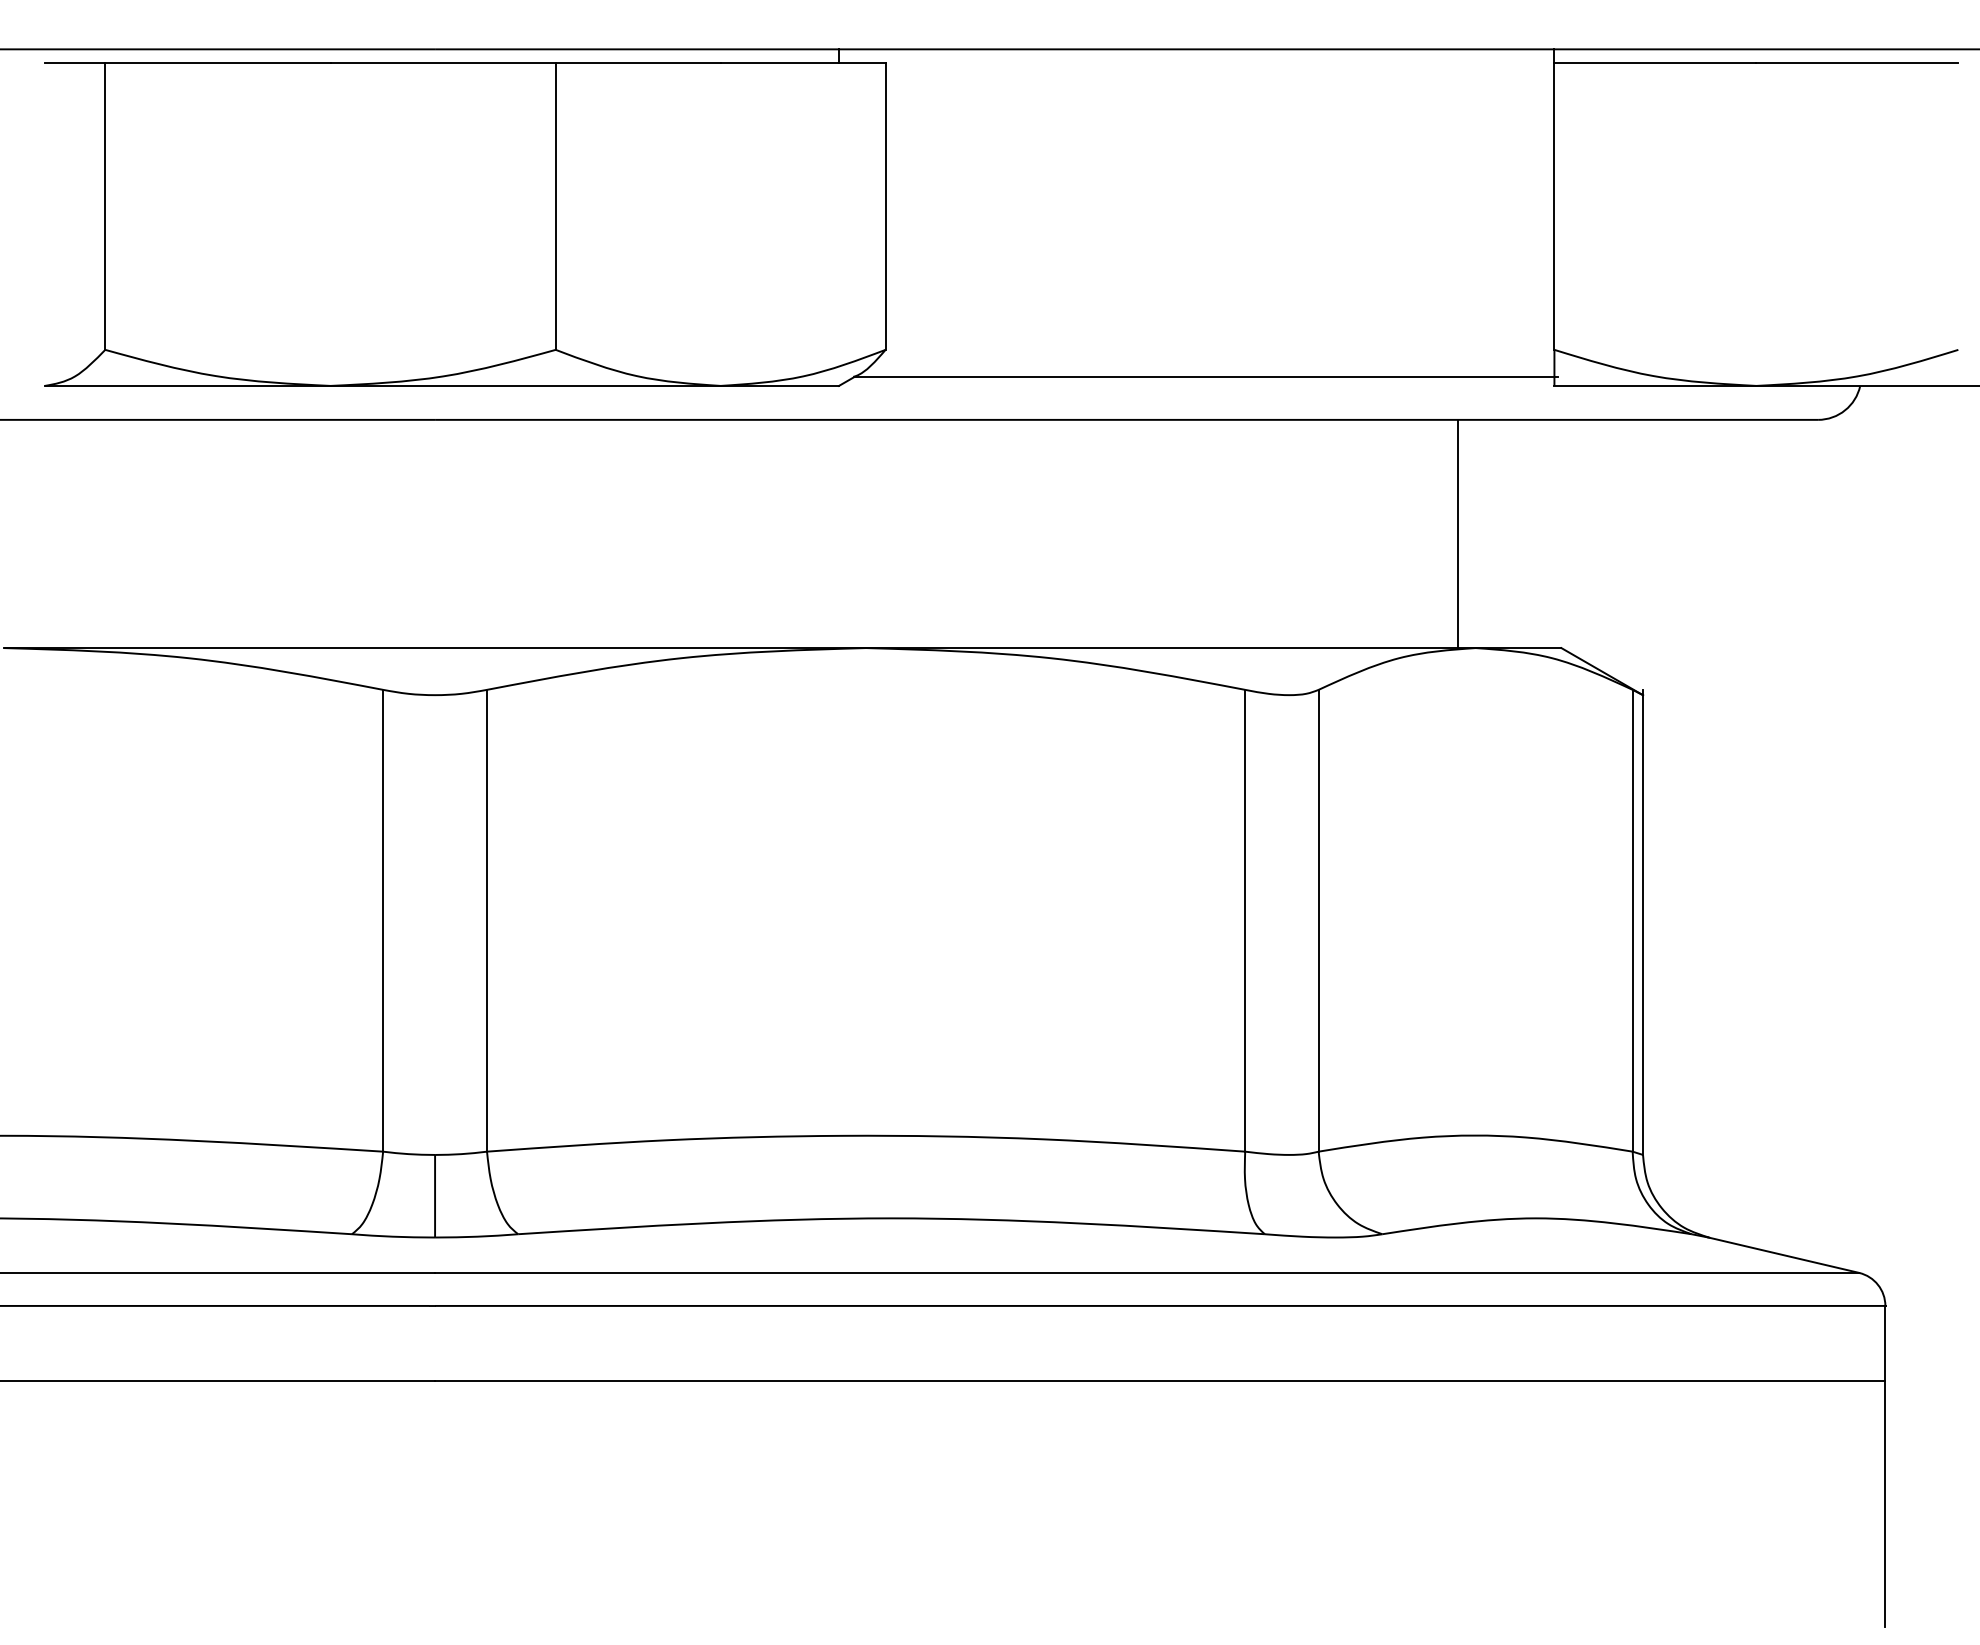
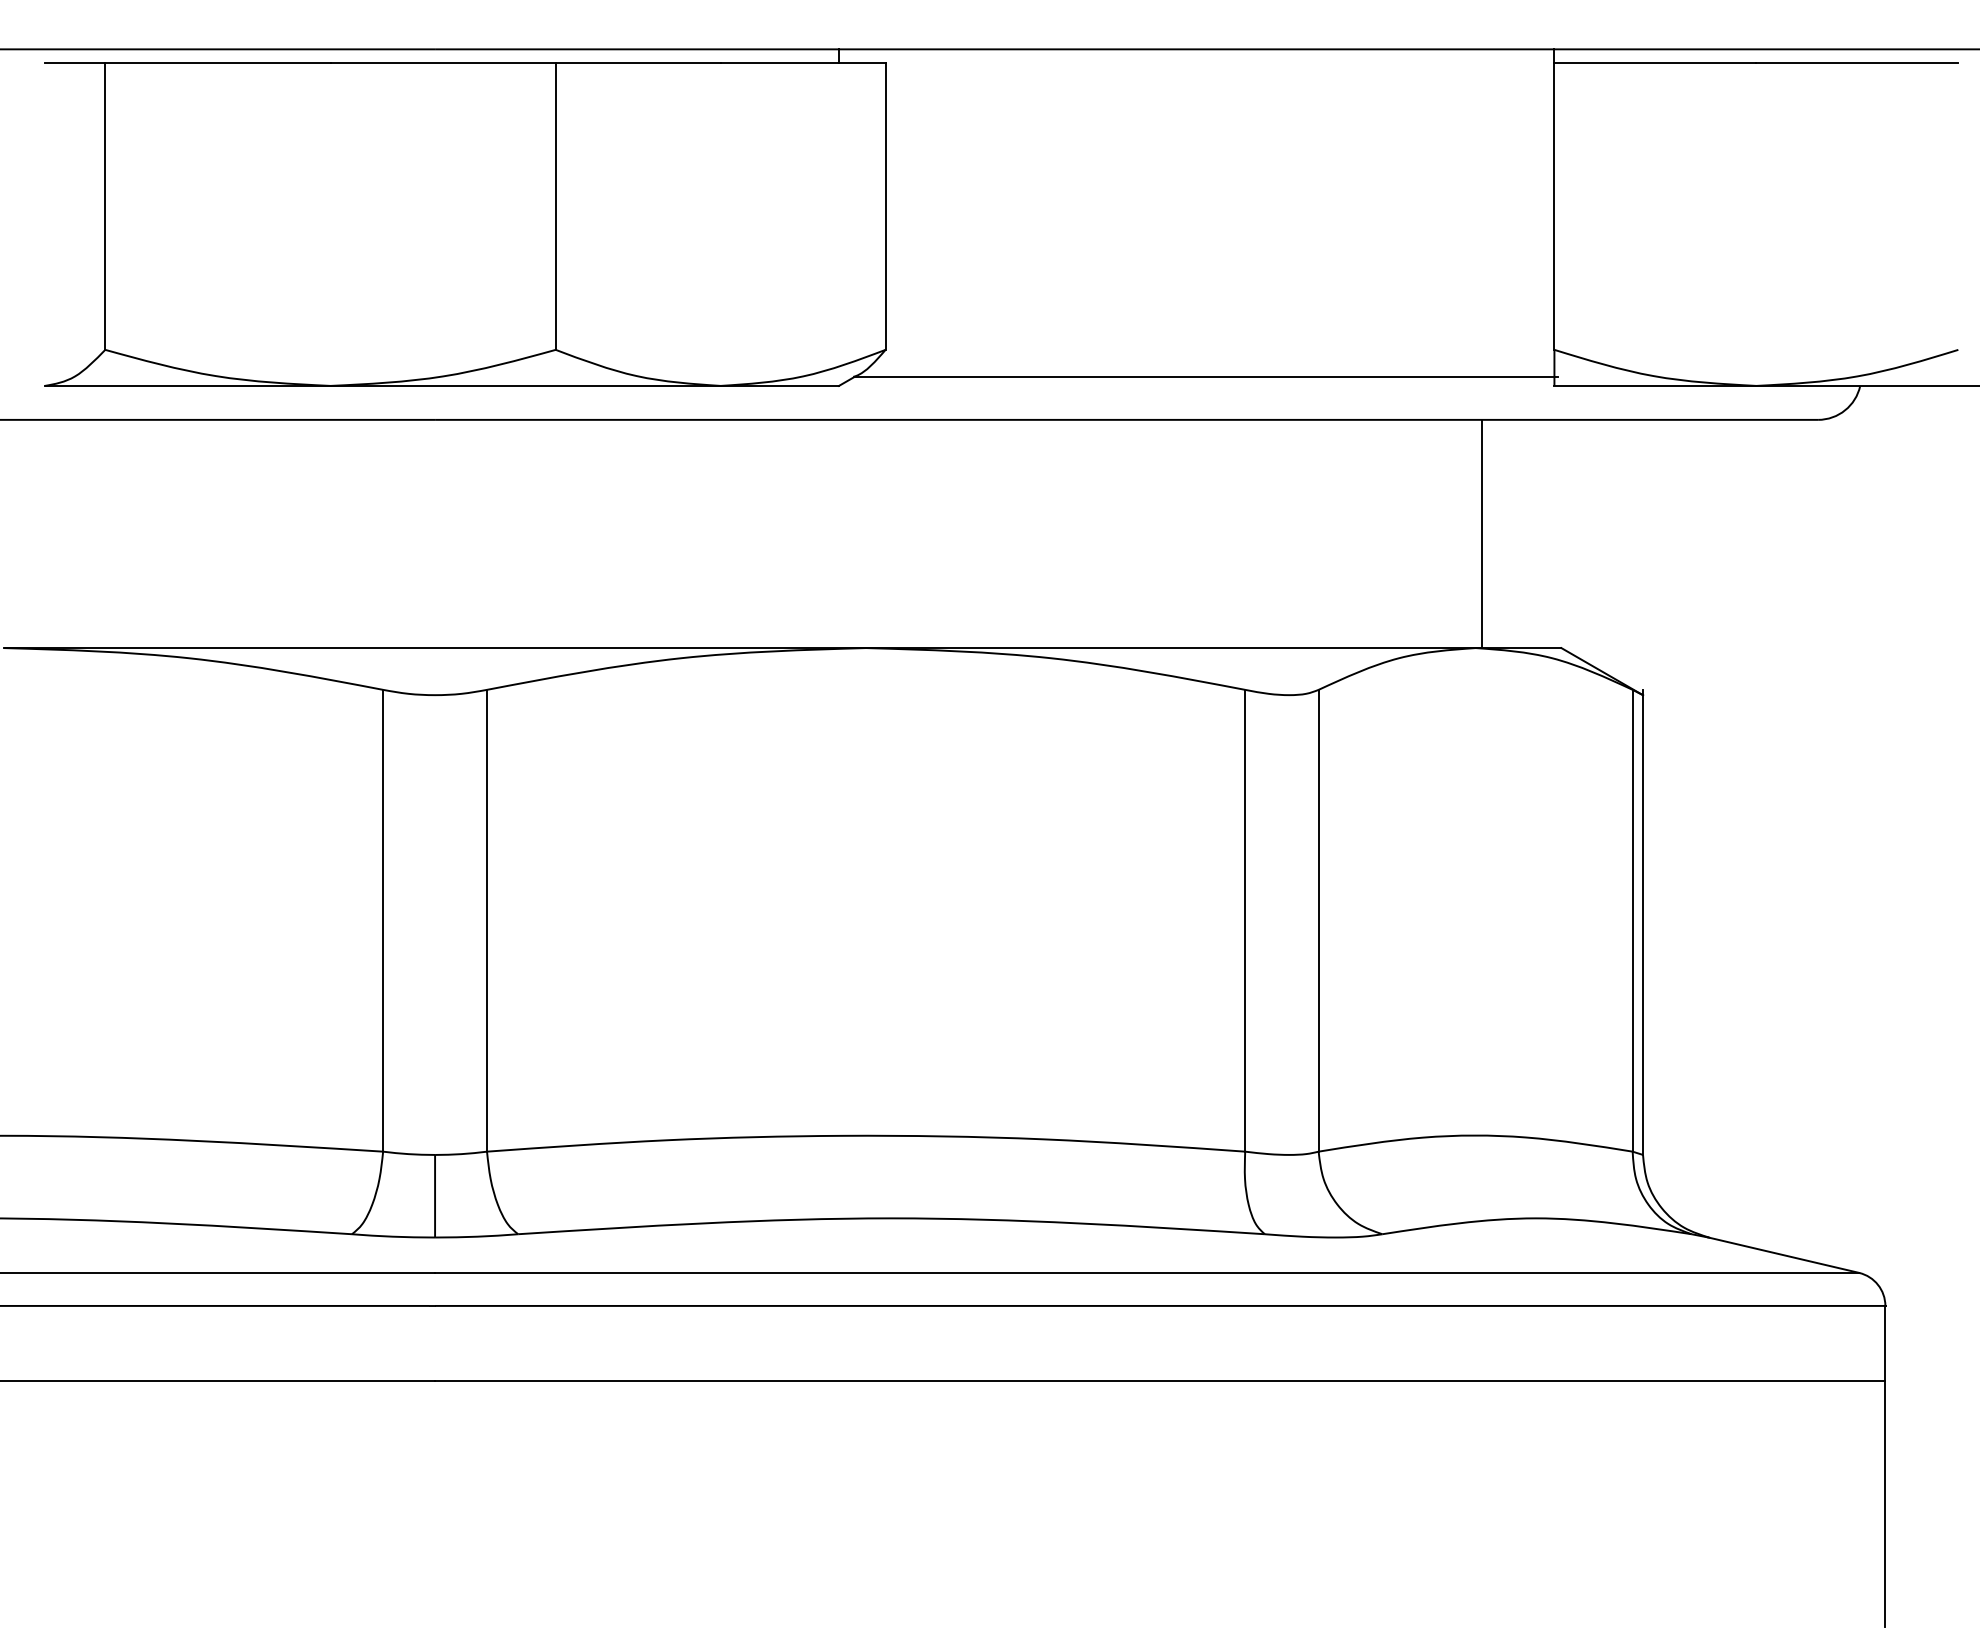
line at (1457, 533) position: (1457, 533) -> (1481, 533)
